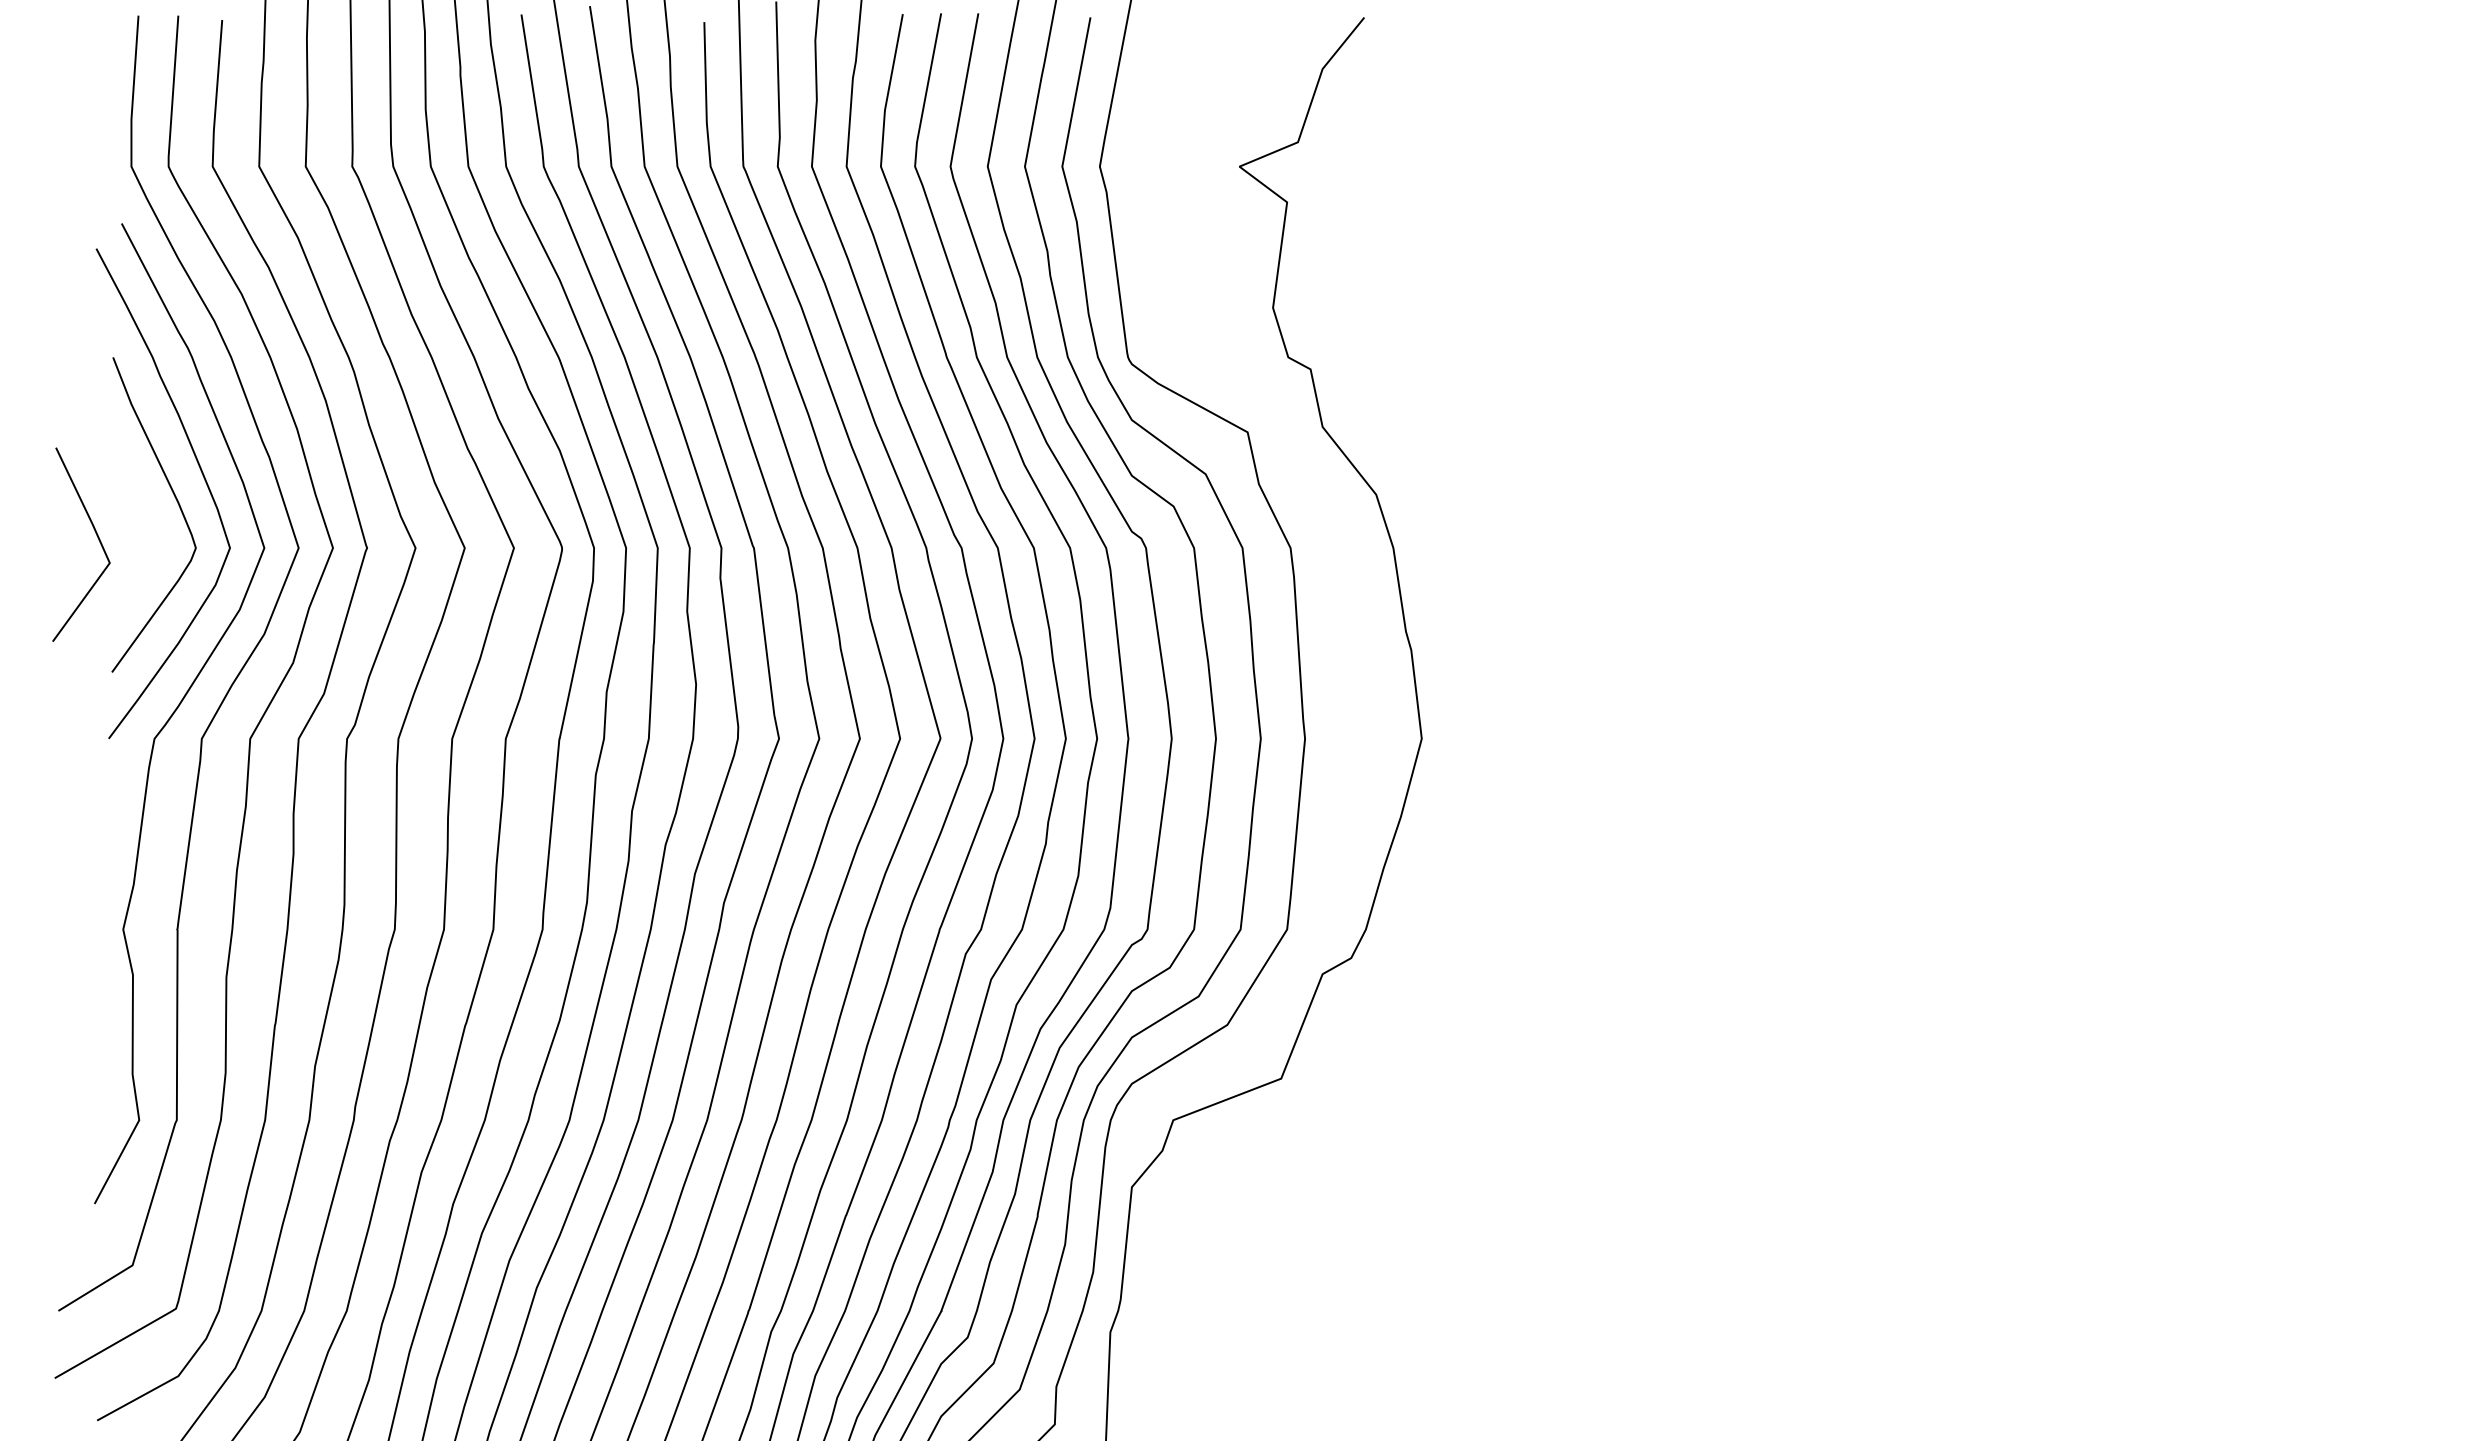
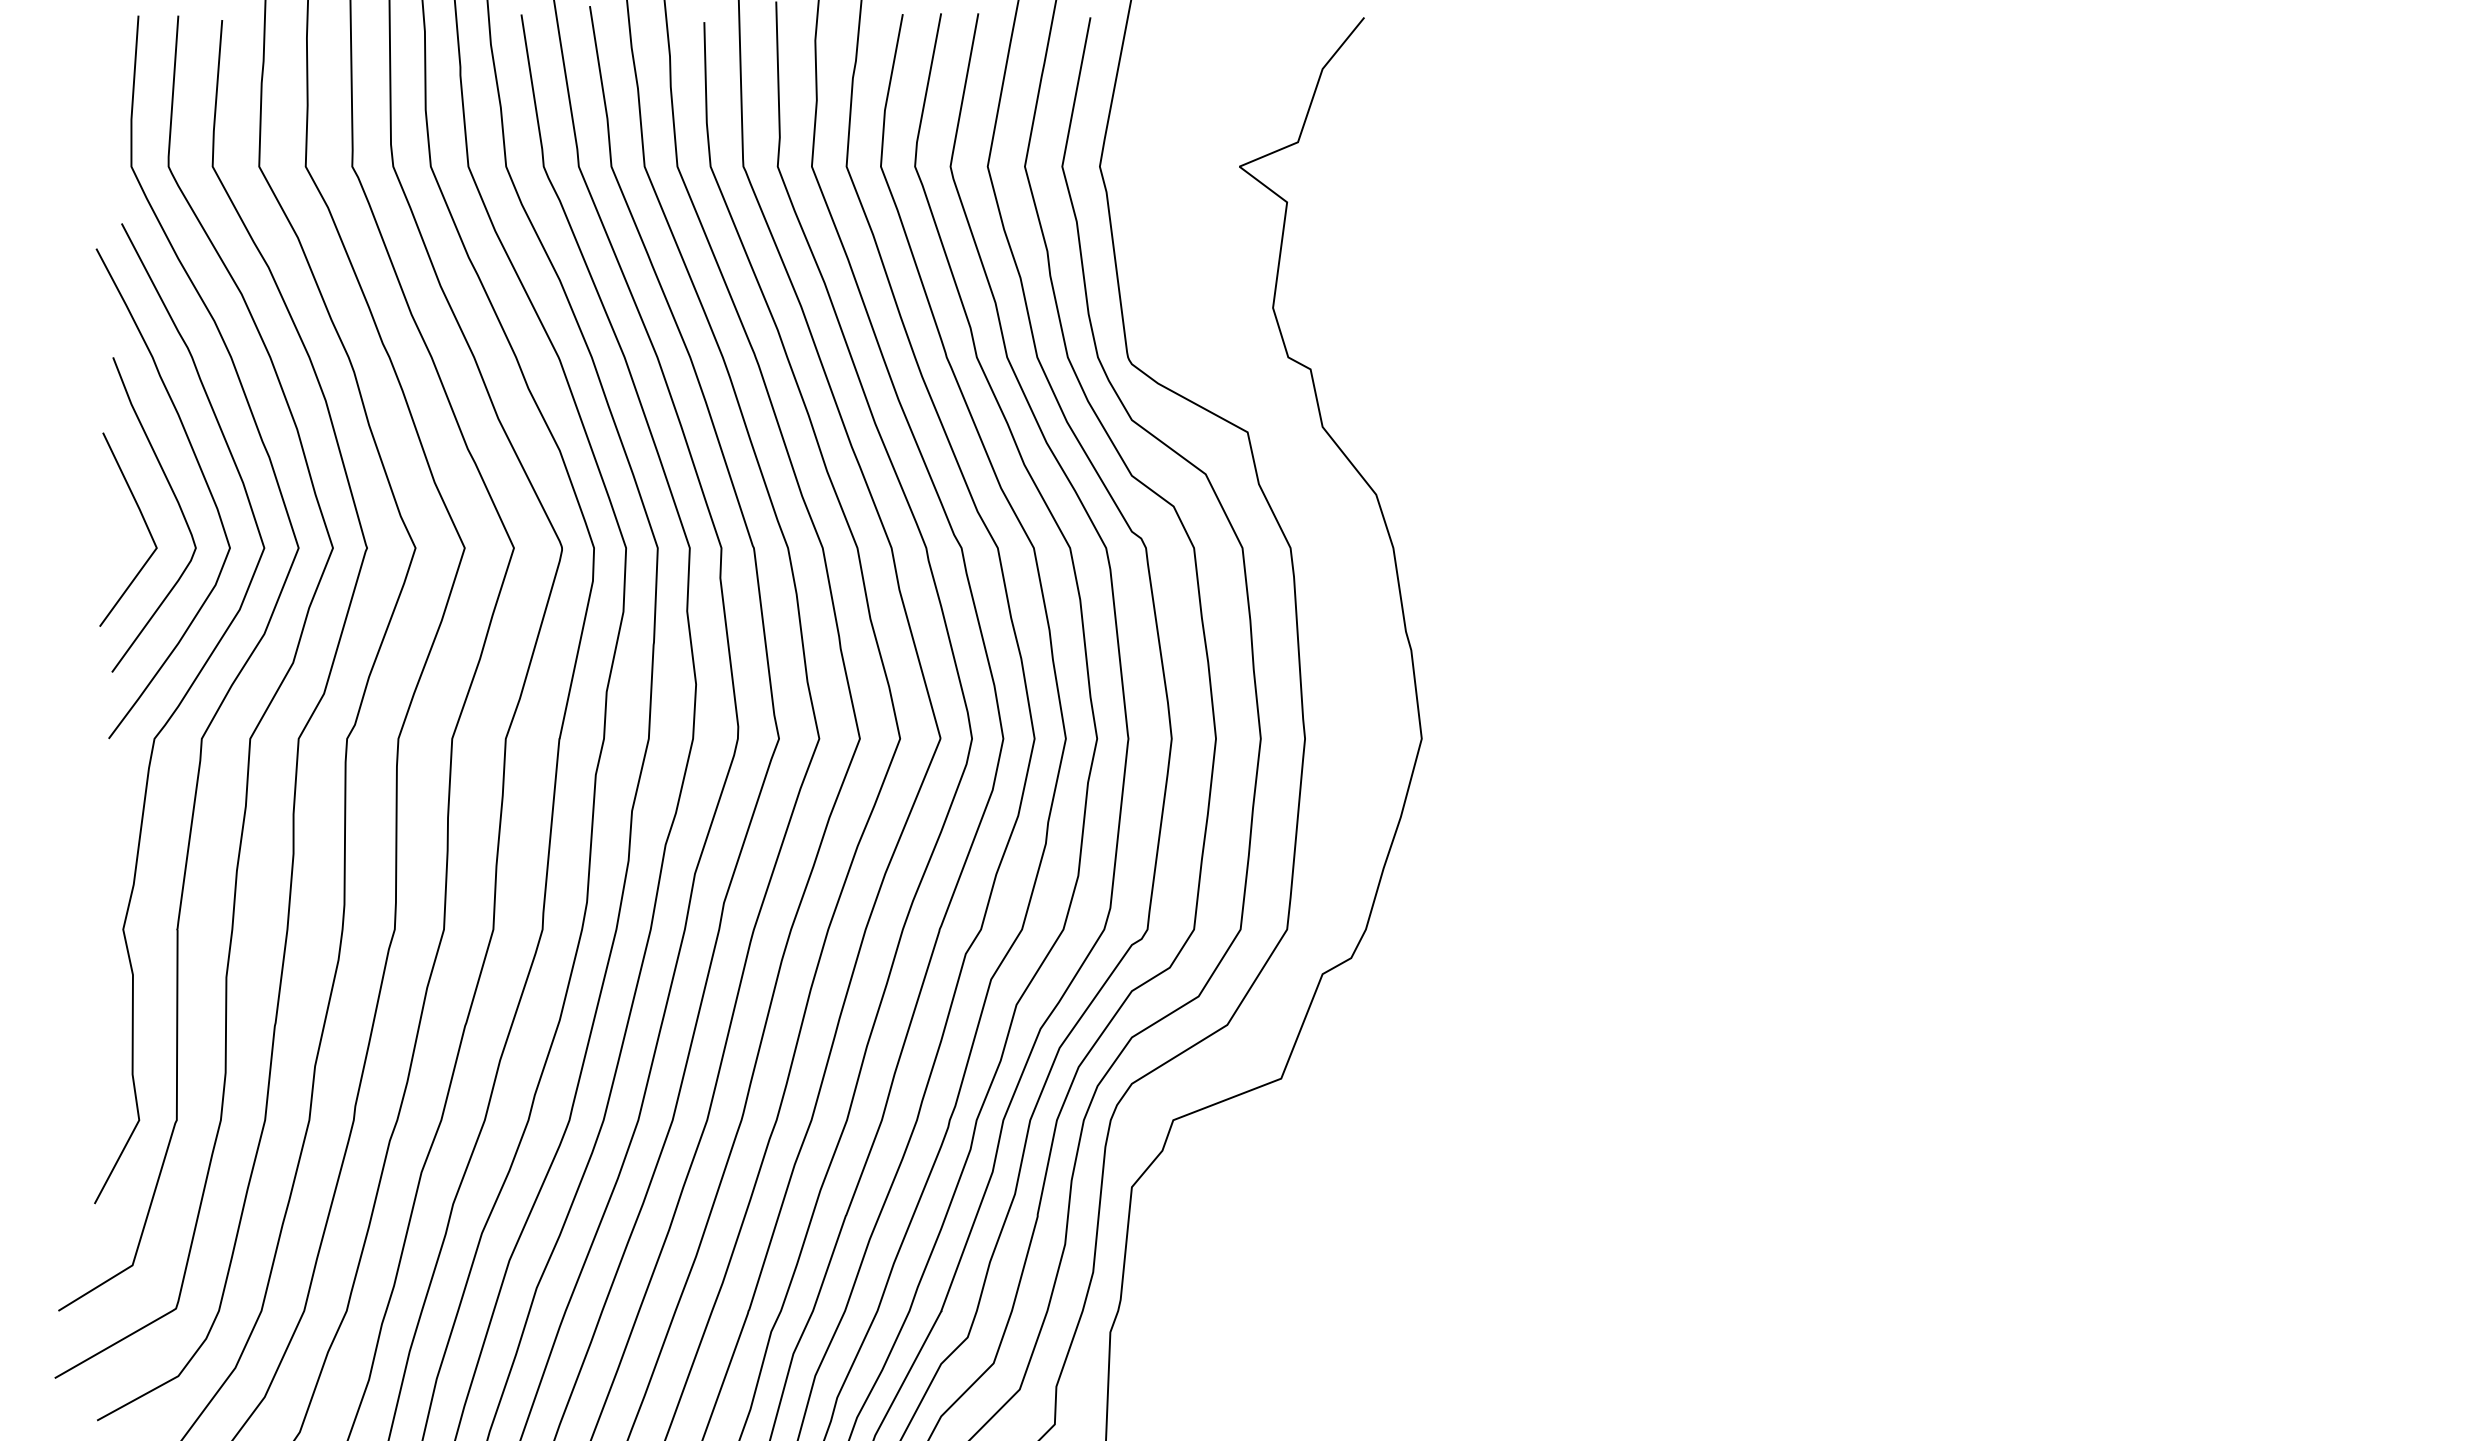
line at (97, 538) position: (97, 538) -> (144, 523)
